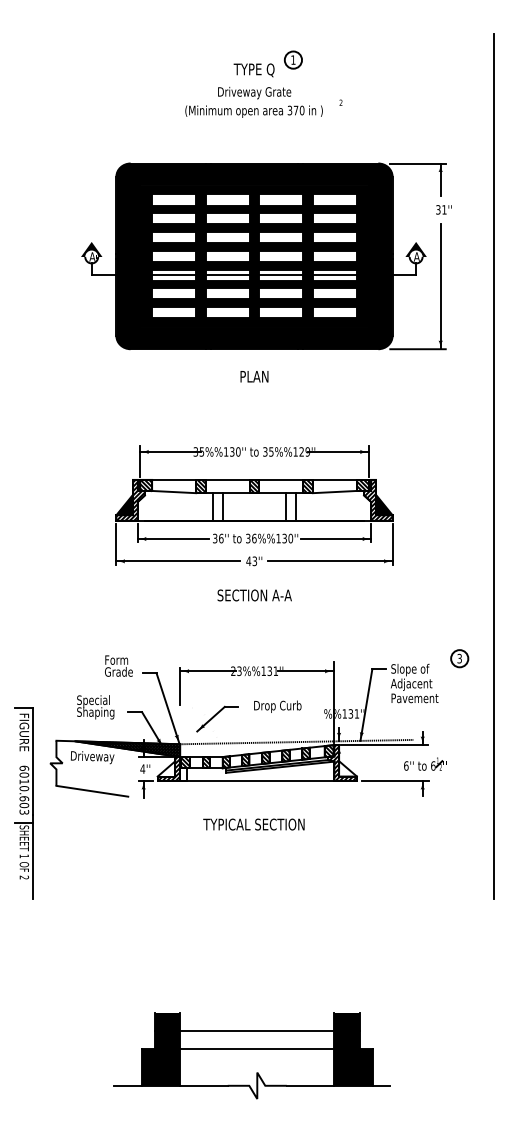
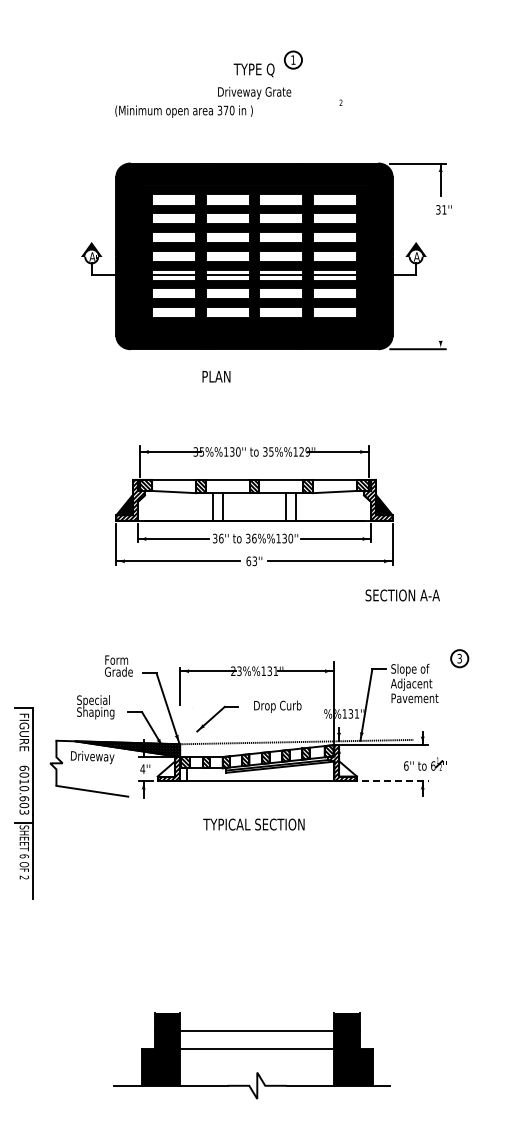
text at (253, 111) position: (253, 111) -> (183, 111)
line at (440, 286): present -> none
text at (254, 376) position: (254, 376) -> (216, 376)
line at (493, 465): present -> none
text at (248, 561): 43'' -> 63''
text at (254, 595) position: (254, 595) -> (402, 595)
line at (395, 780): solid -> dashed
text at (24, 856): 1 -> 6
